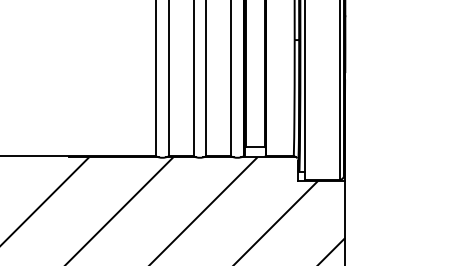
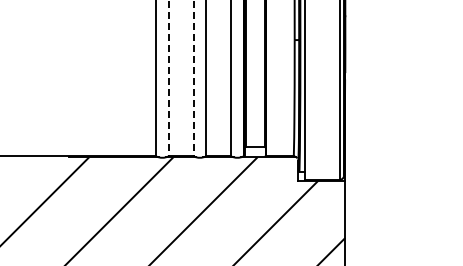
line at (168, 78): solid -> dashed
line at (193, 78): solid -> dashed
